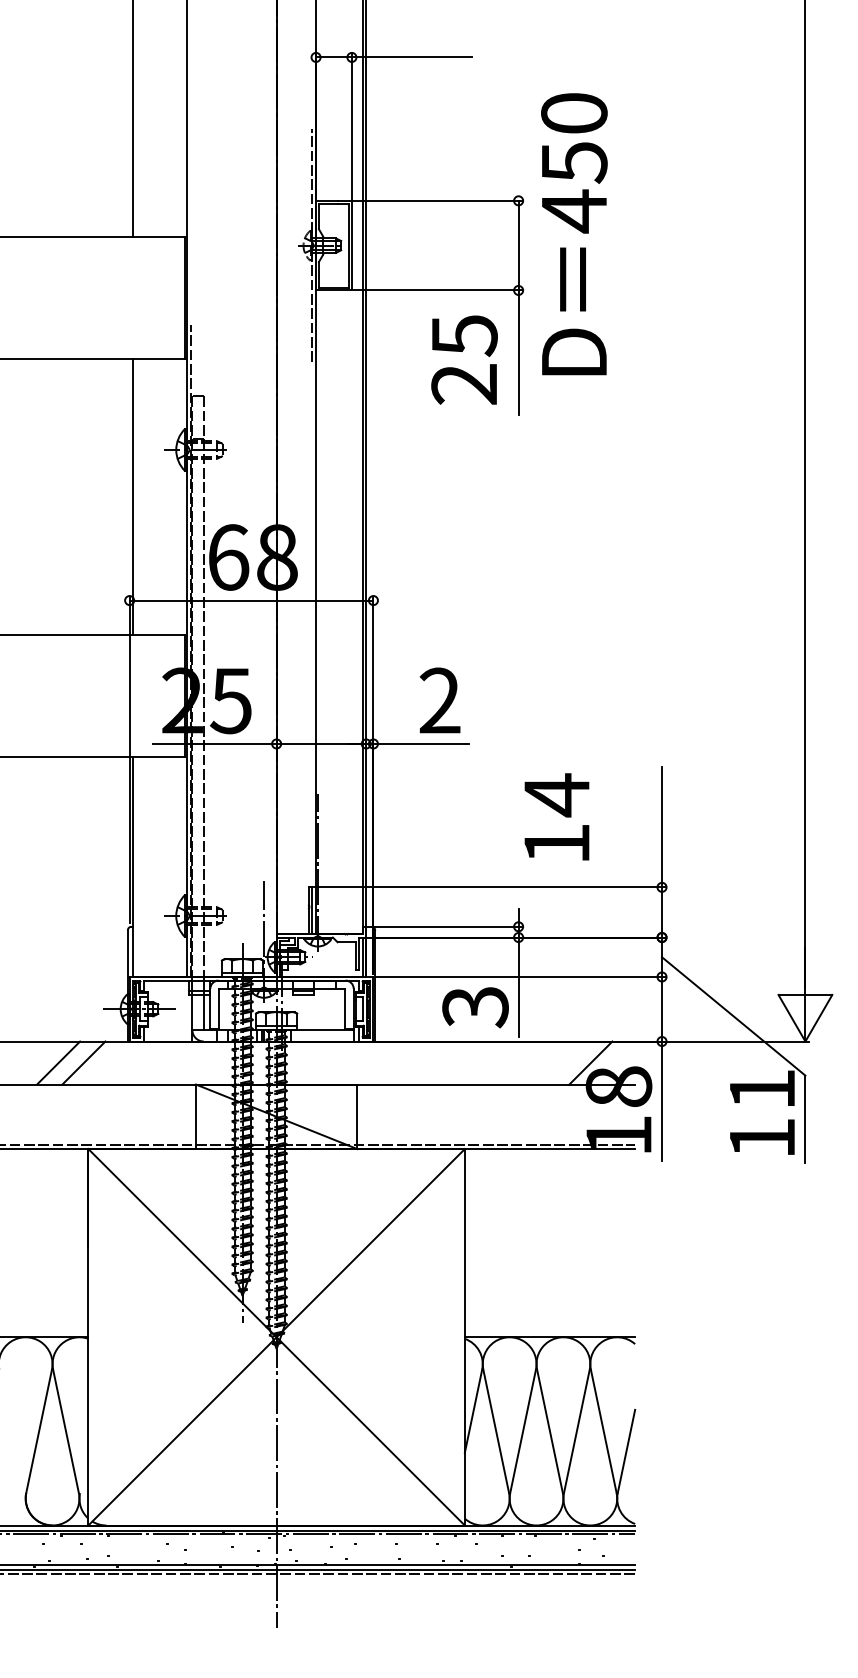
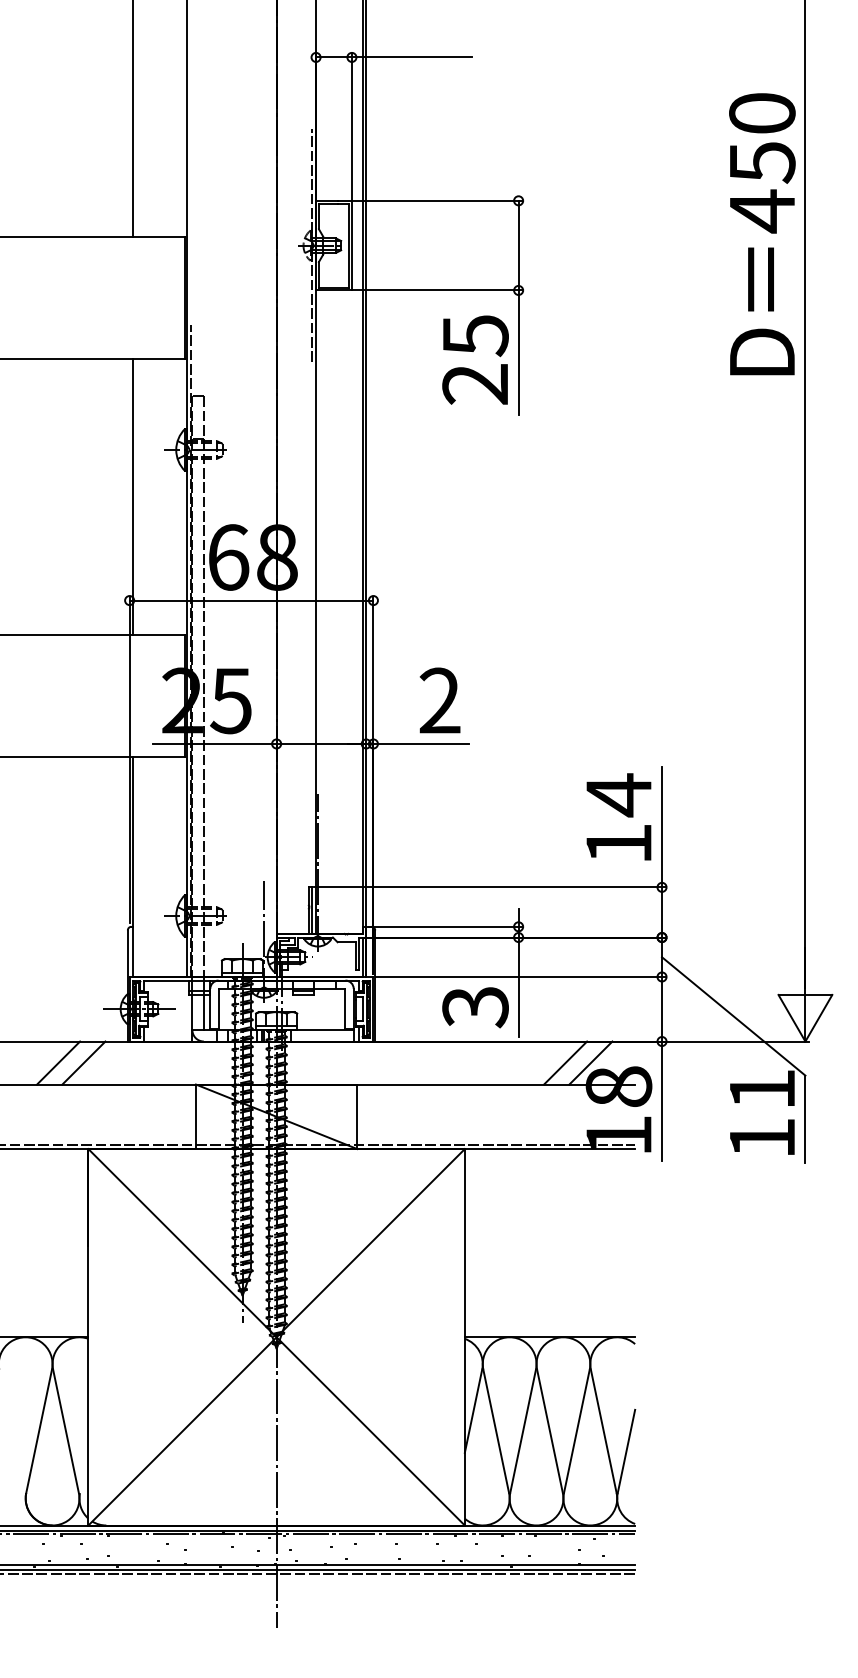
text at (574, 234) position: (574, 234) -> (762, 234)
text at (464, 359) position: (464, 359) -> (475, 359)
text at (556, 816) position: (556, 816) -> (618, 816)
line at (565, 1062): none -> present
